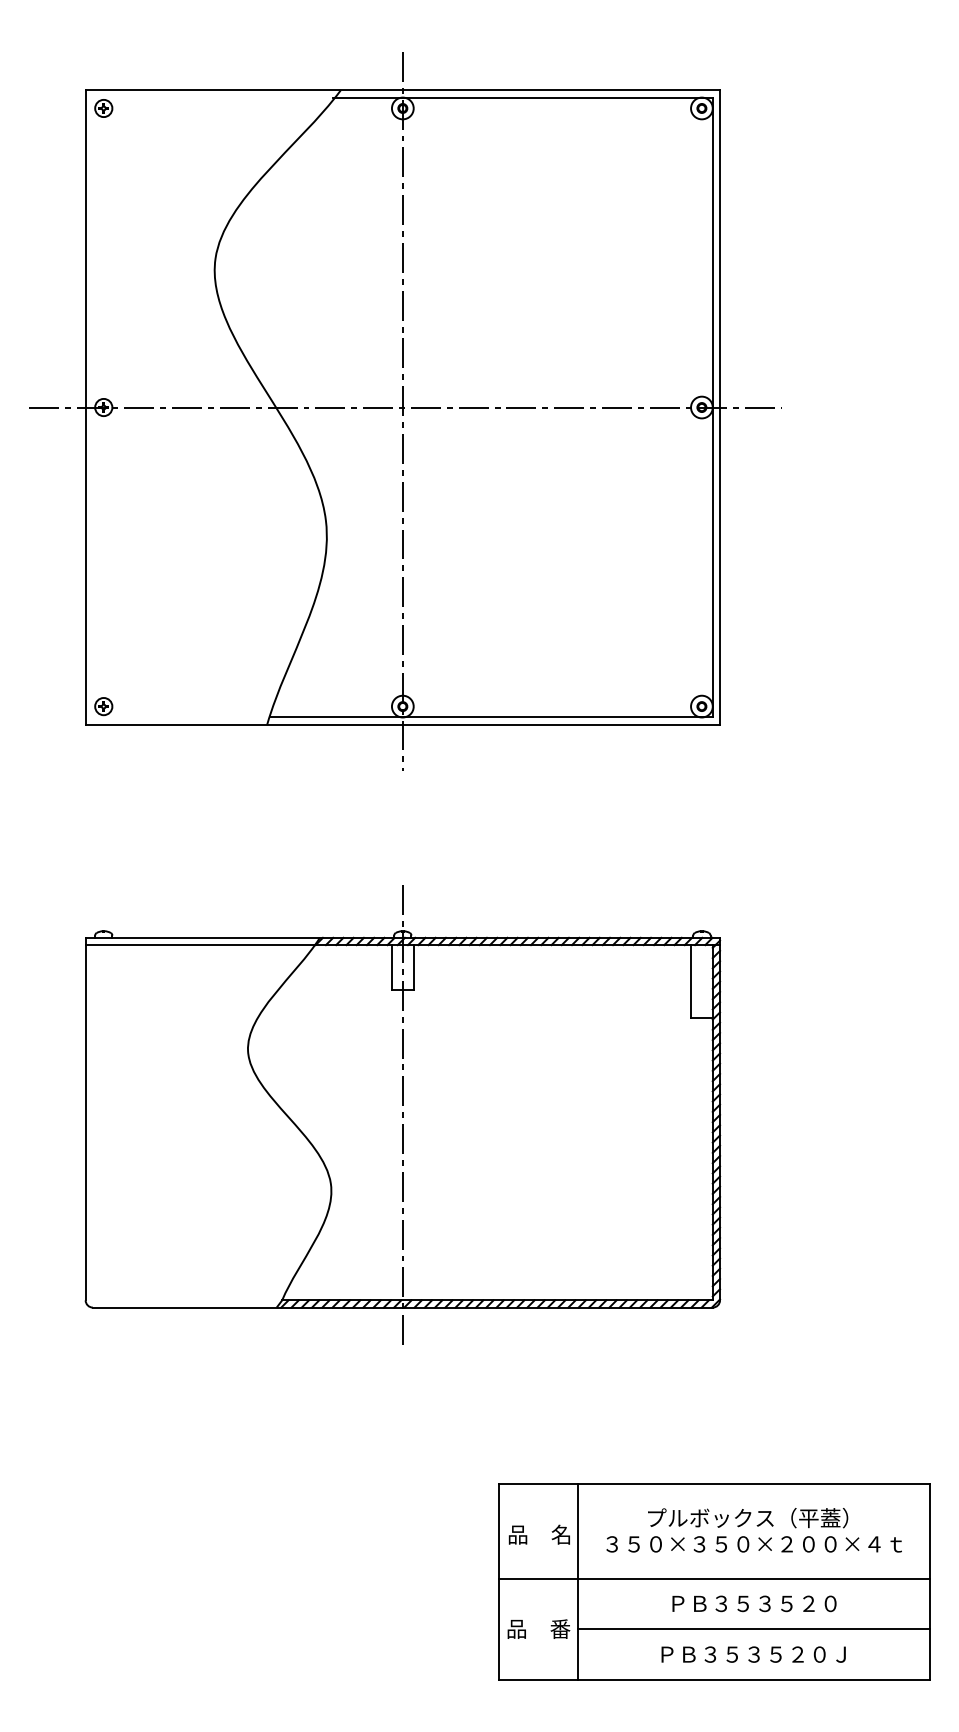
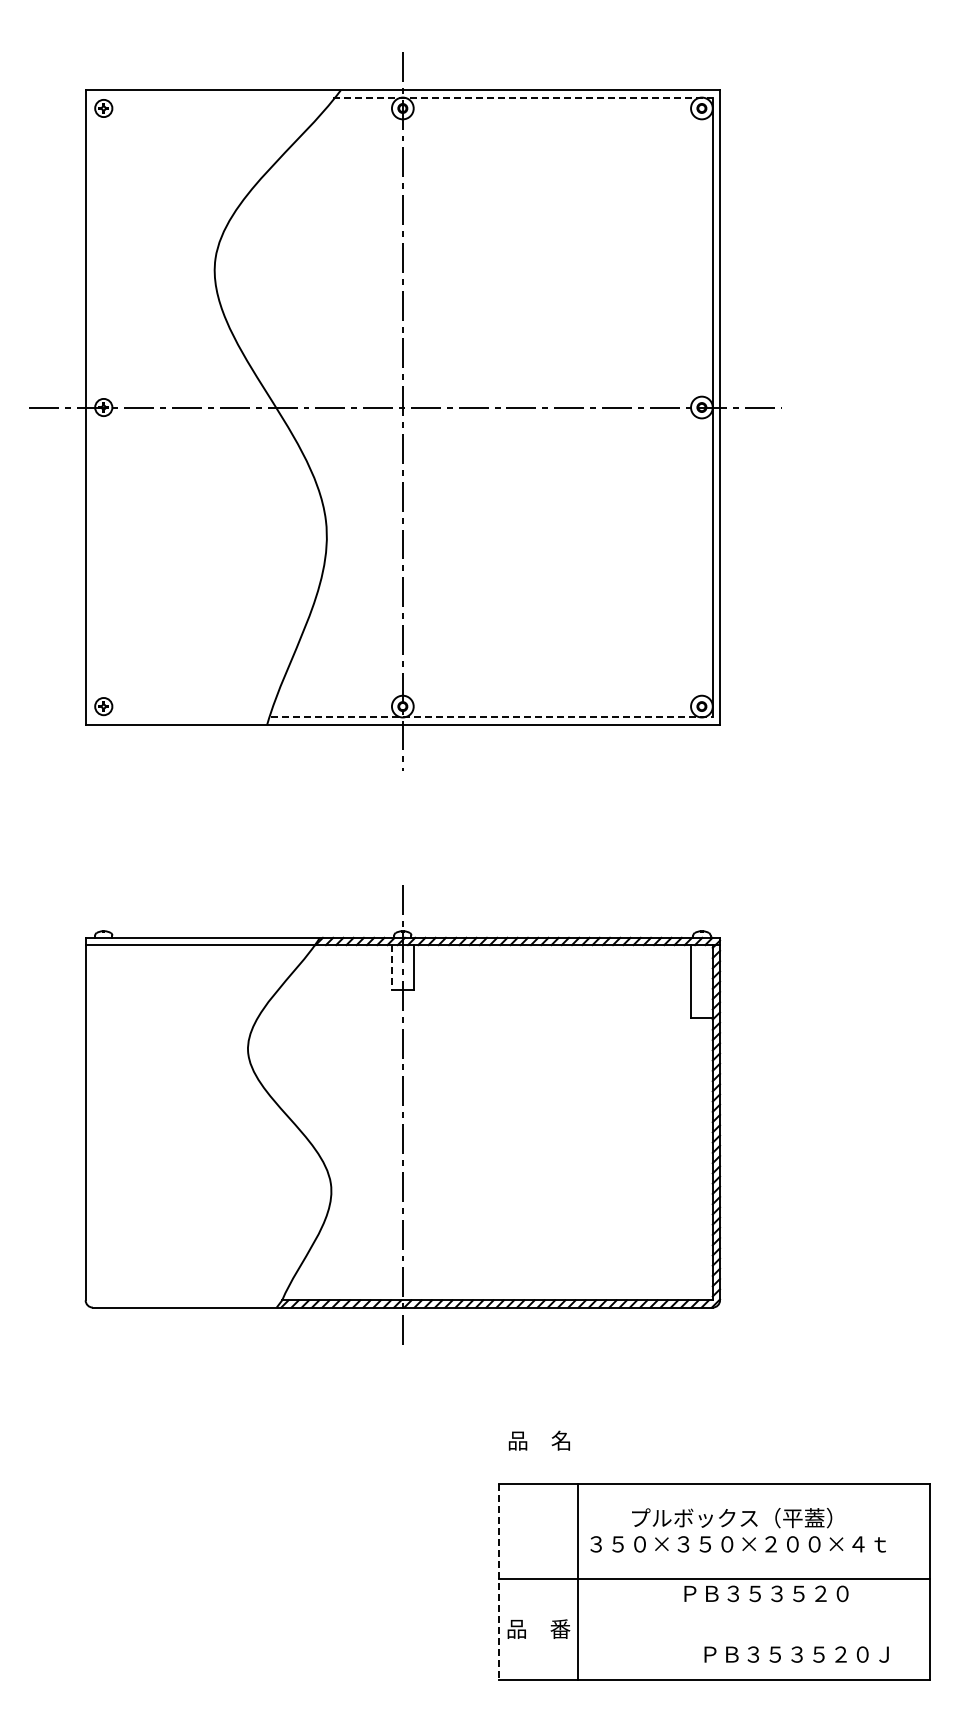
line at (523, 97): solid -> dashed
line at (491, 717): solid -> dashed
line at (391, 967): solid -> dashed
text at (753, 1530) position: (753, 1530) -> (737, 1530)
text at (538, 1534) position: (538, 1534) -> (538, 1440)
line at (498, 1582): solid -> dashed
text at (754, 1603) position: (754, 1603) -> (766, 1593)
line at (754, 1629): present -> none
text at (753, 1654) position: (753, 1654) -> (796, 1654)
